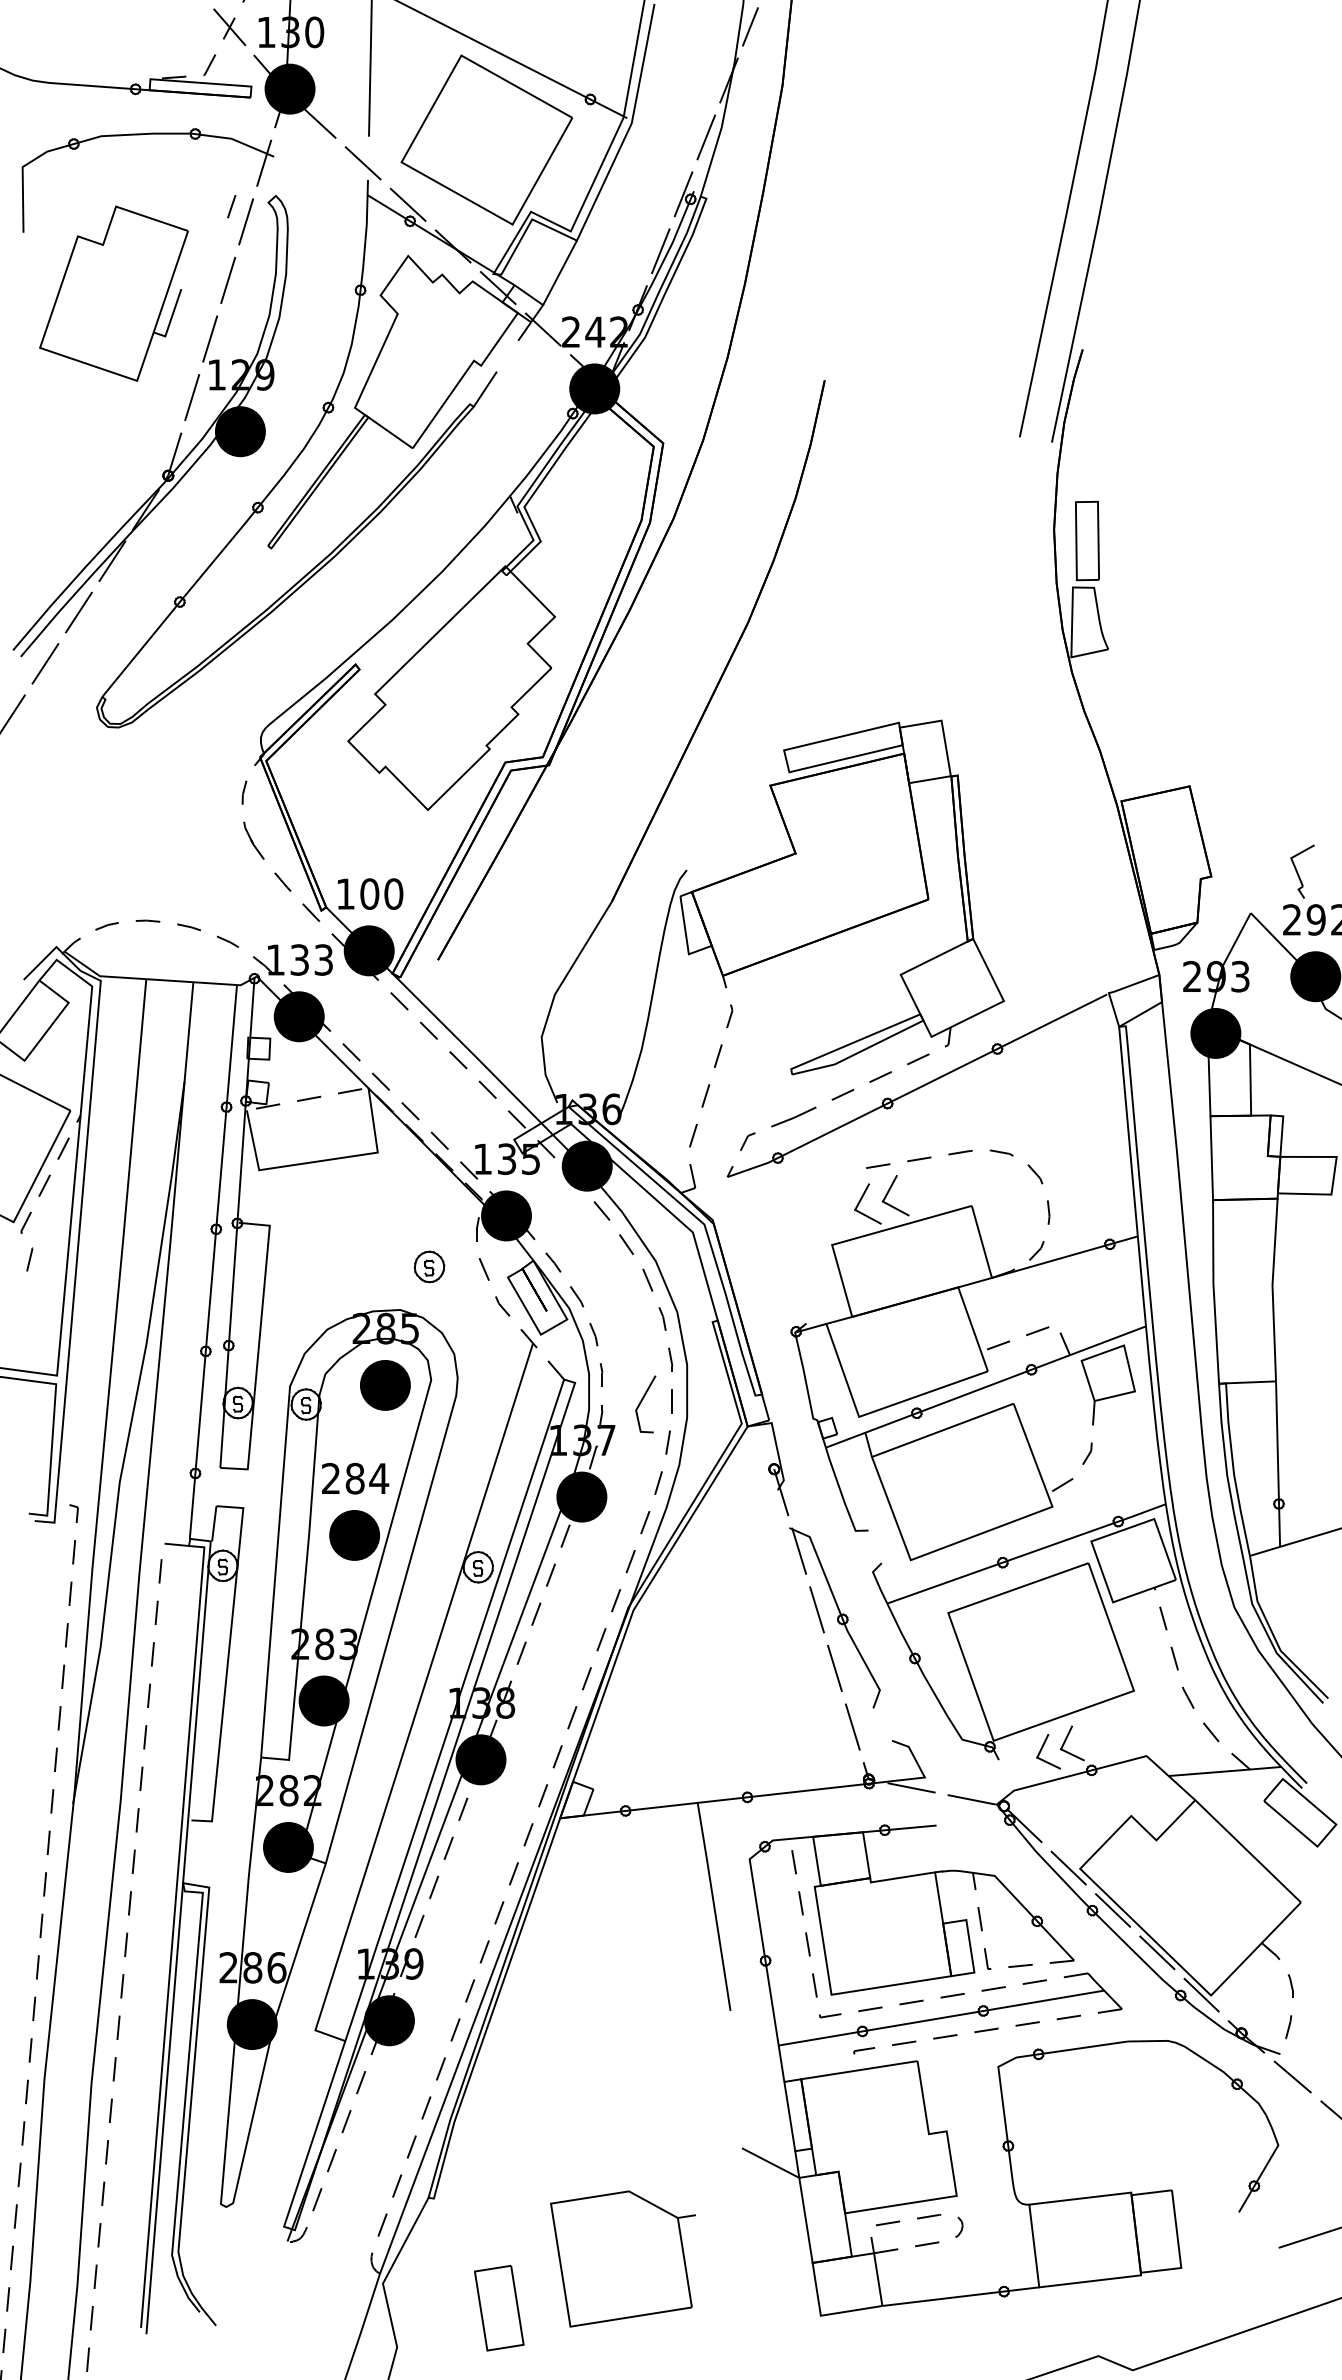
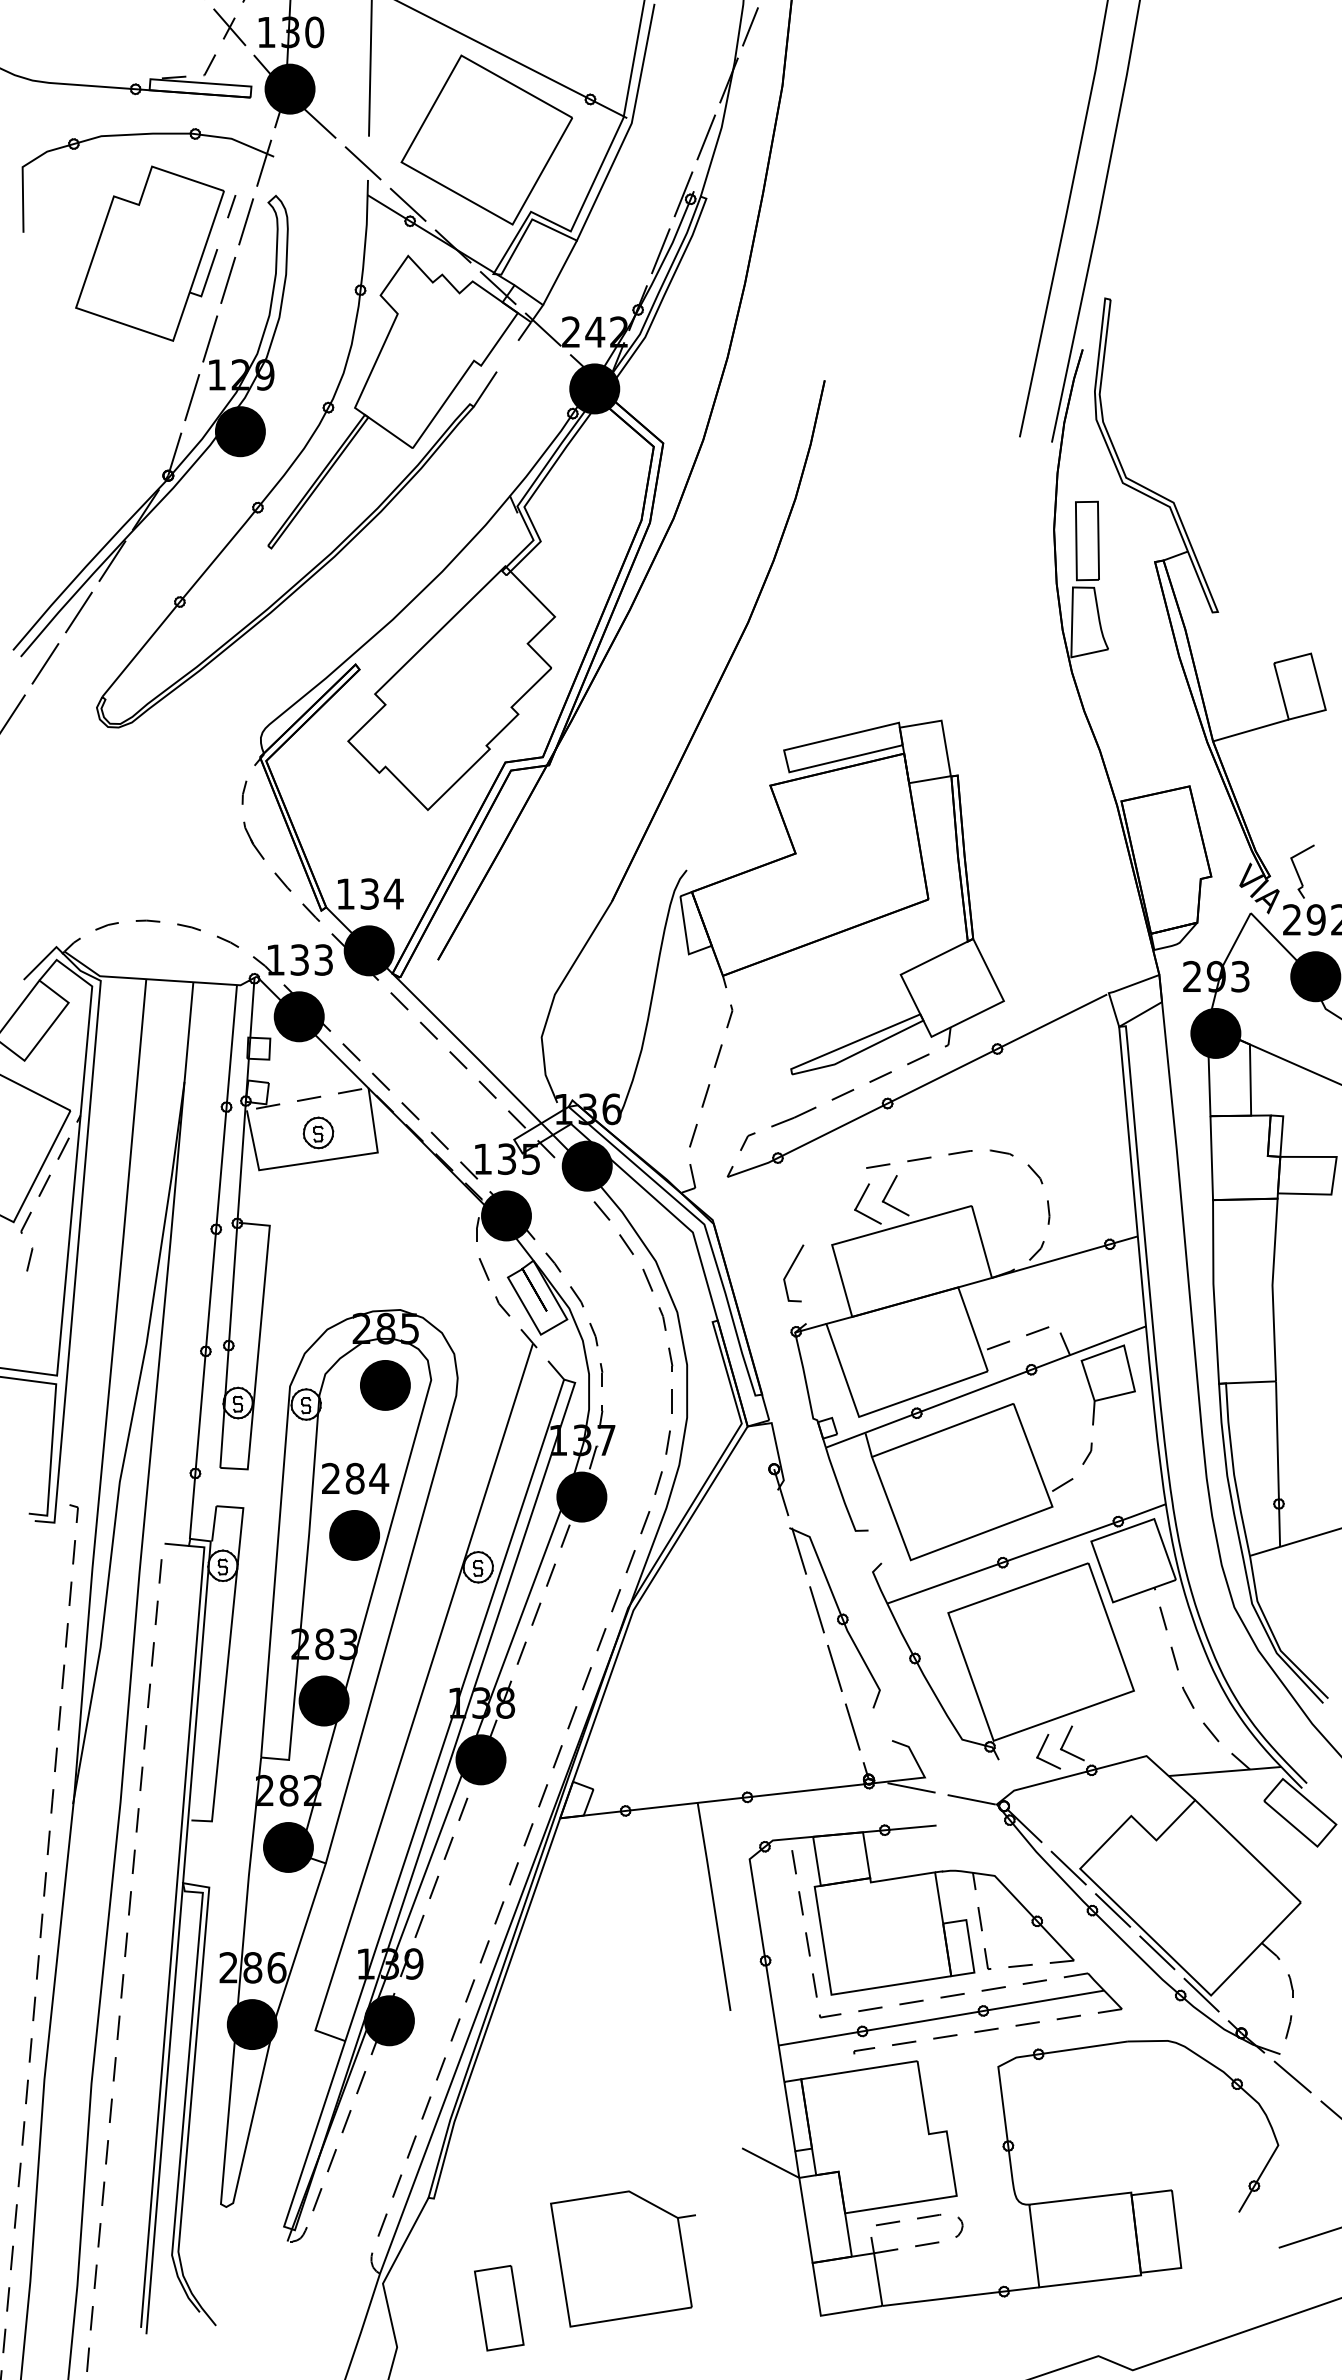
part at (113, 293) position: (113, 293) -> (149, 253)
part at (1210, 605): none -> present
text at (381, 893): 100 -> 134
part at (429, 1266) position: (429, 1266) -> (318, 1132)
line at (641, 1403) position: (641, 1403) -> (789, 1272)
